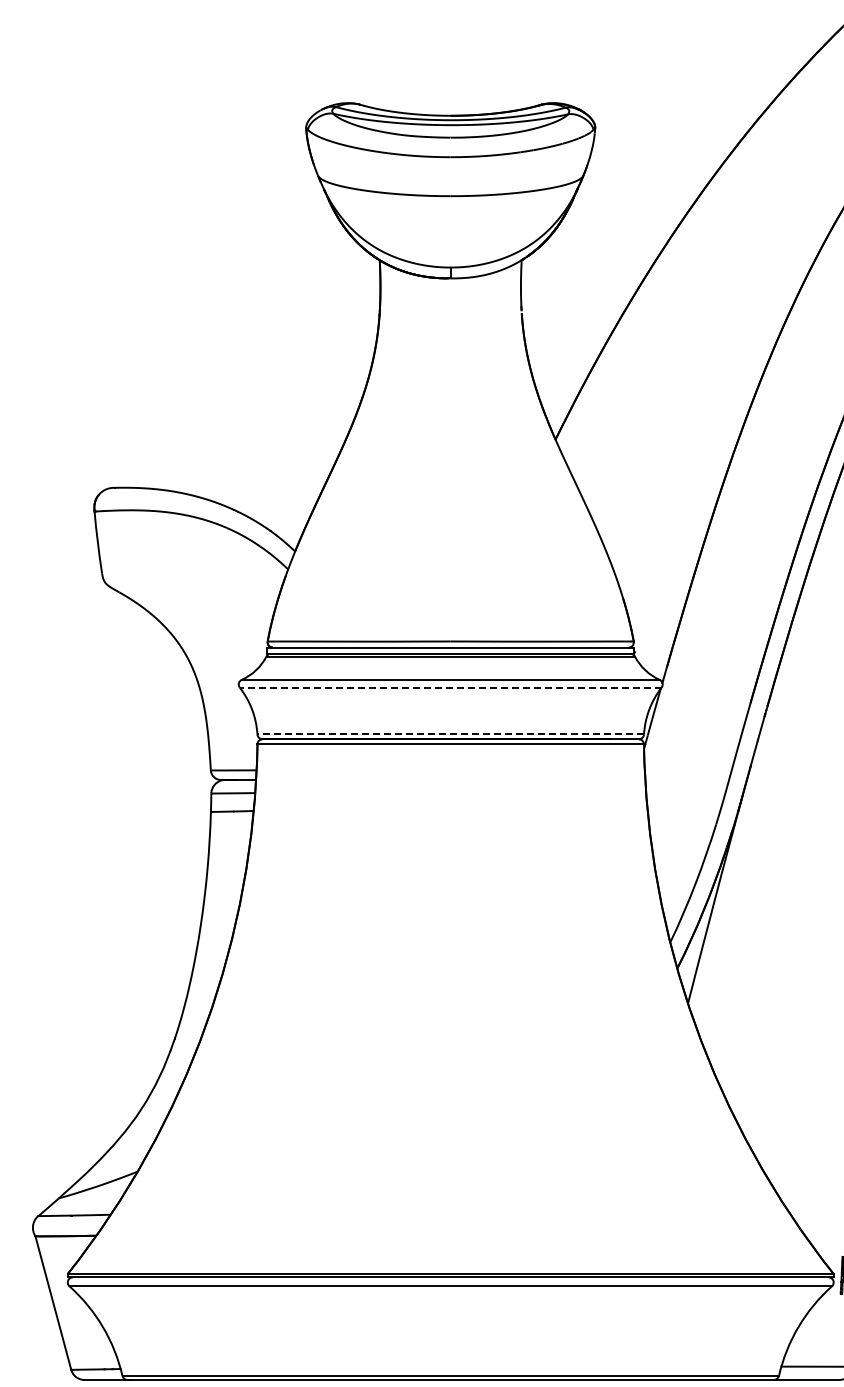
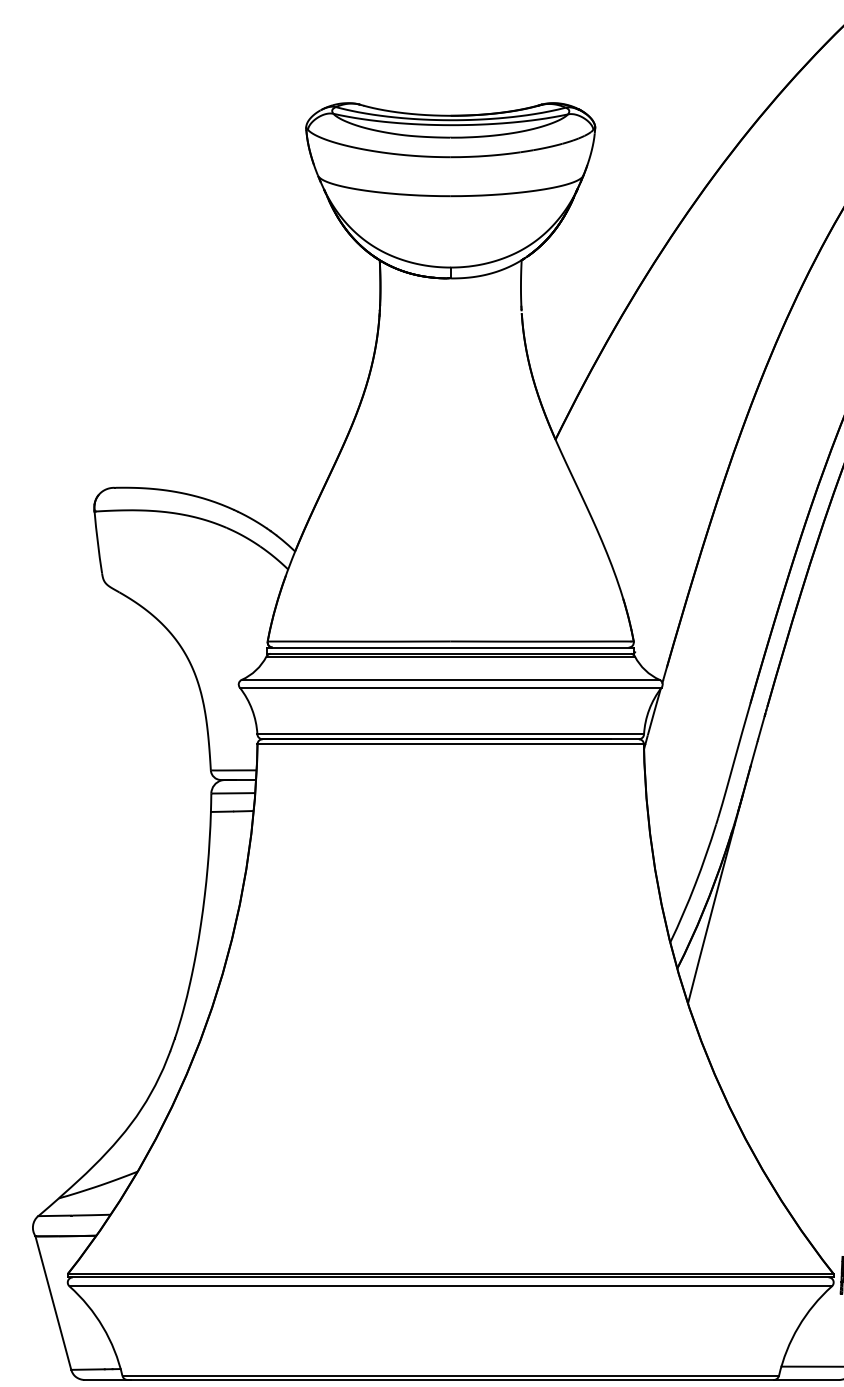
line at (450, 687): dashed -> solid
line at (450, 734): dashed -> solid
